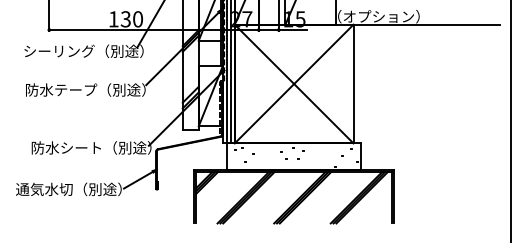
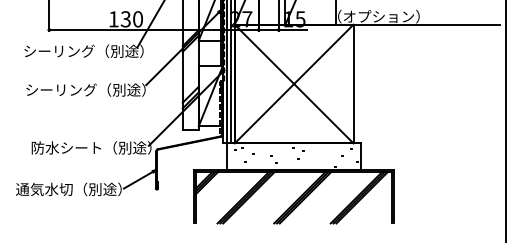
text at (61, 89): 防水テープ（別途） -> シーリング（別途）
line at (511, 120) position: (511, 120) -> (506, 120)
part at (283, 155) position: (283, 155) -> (273, 159)
